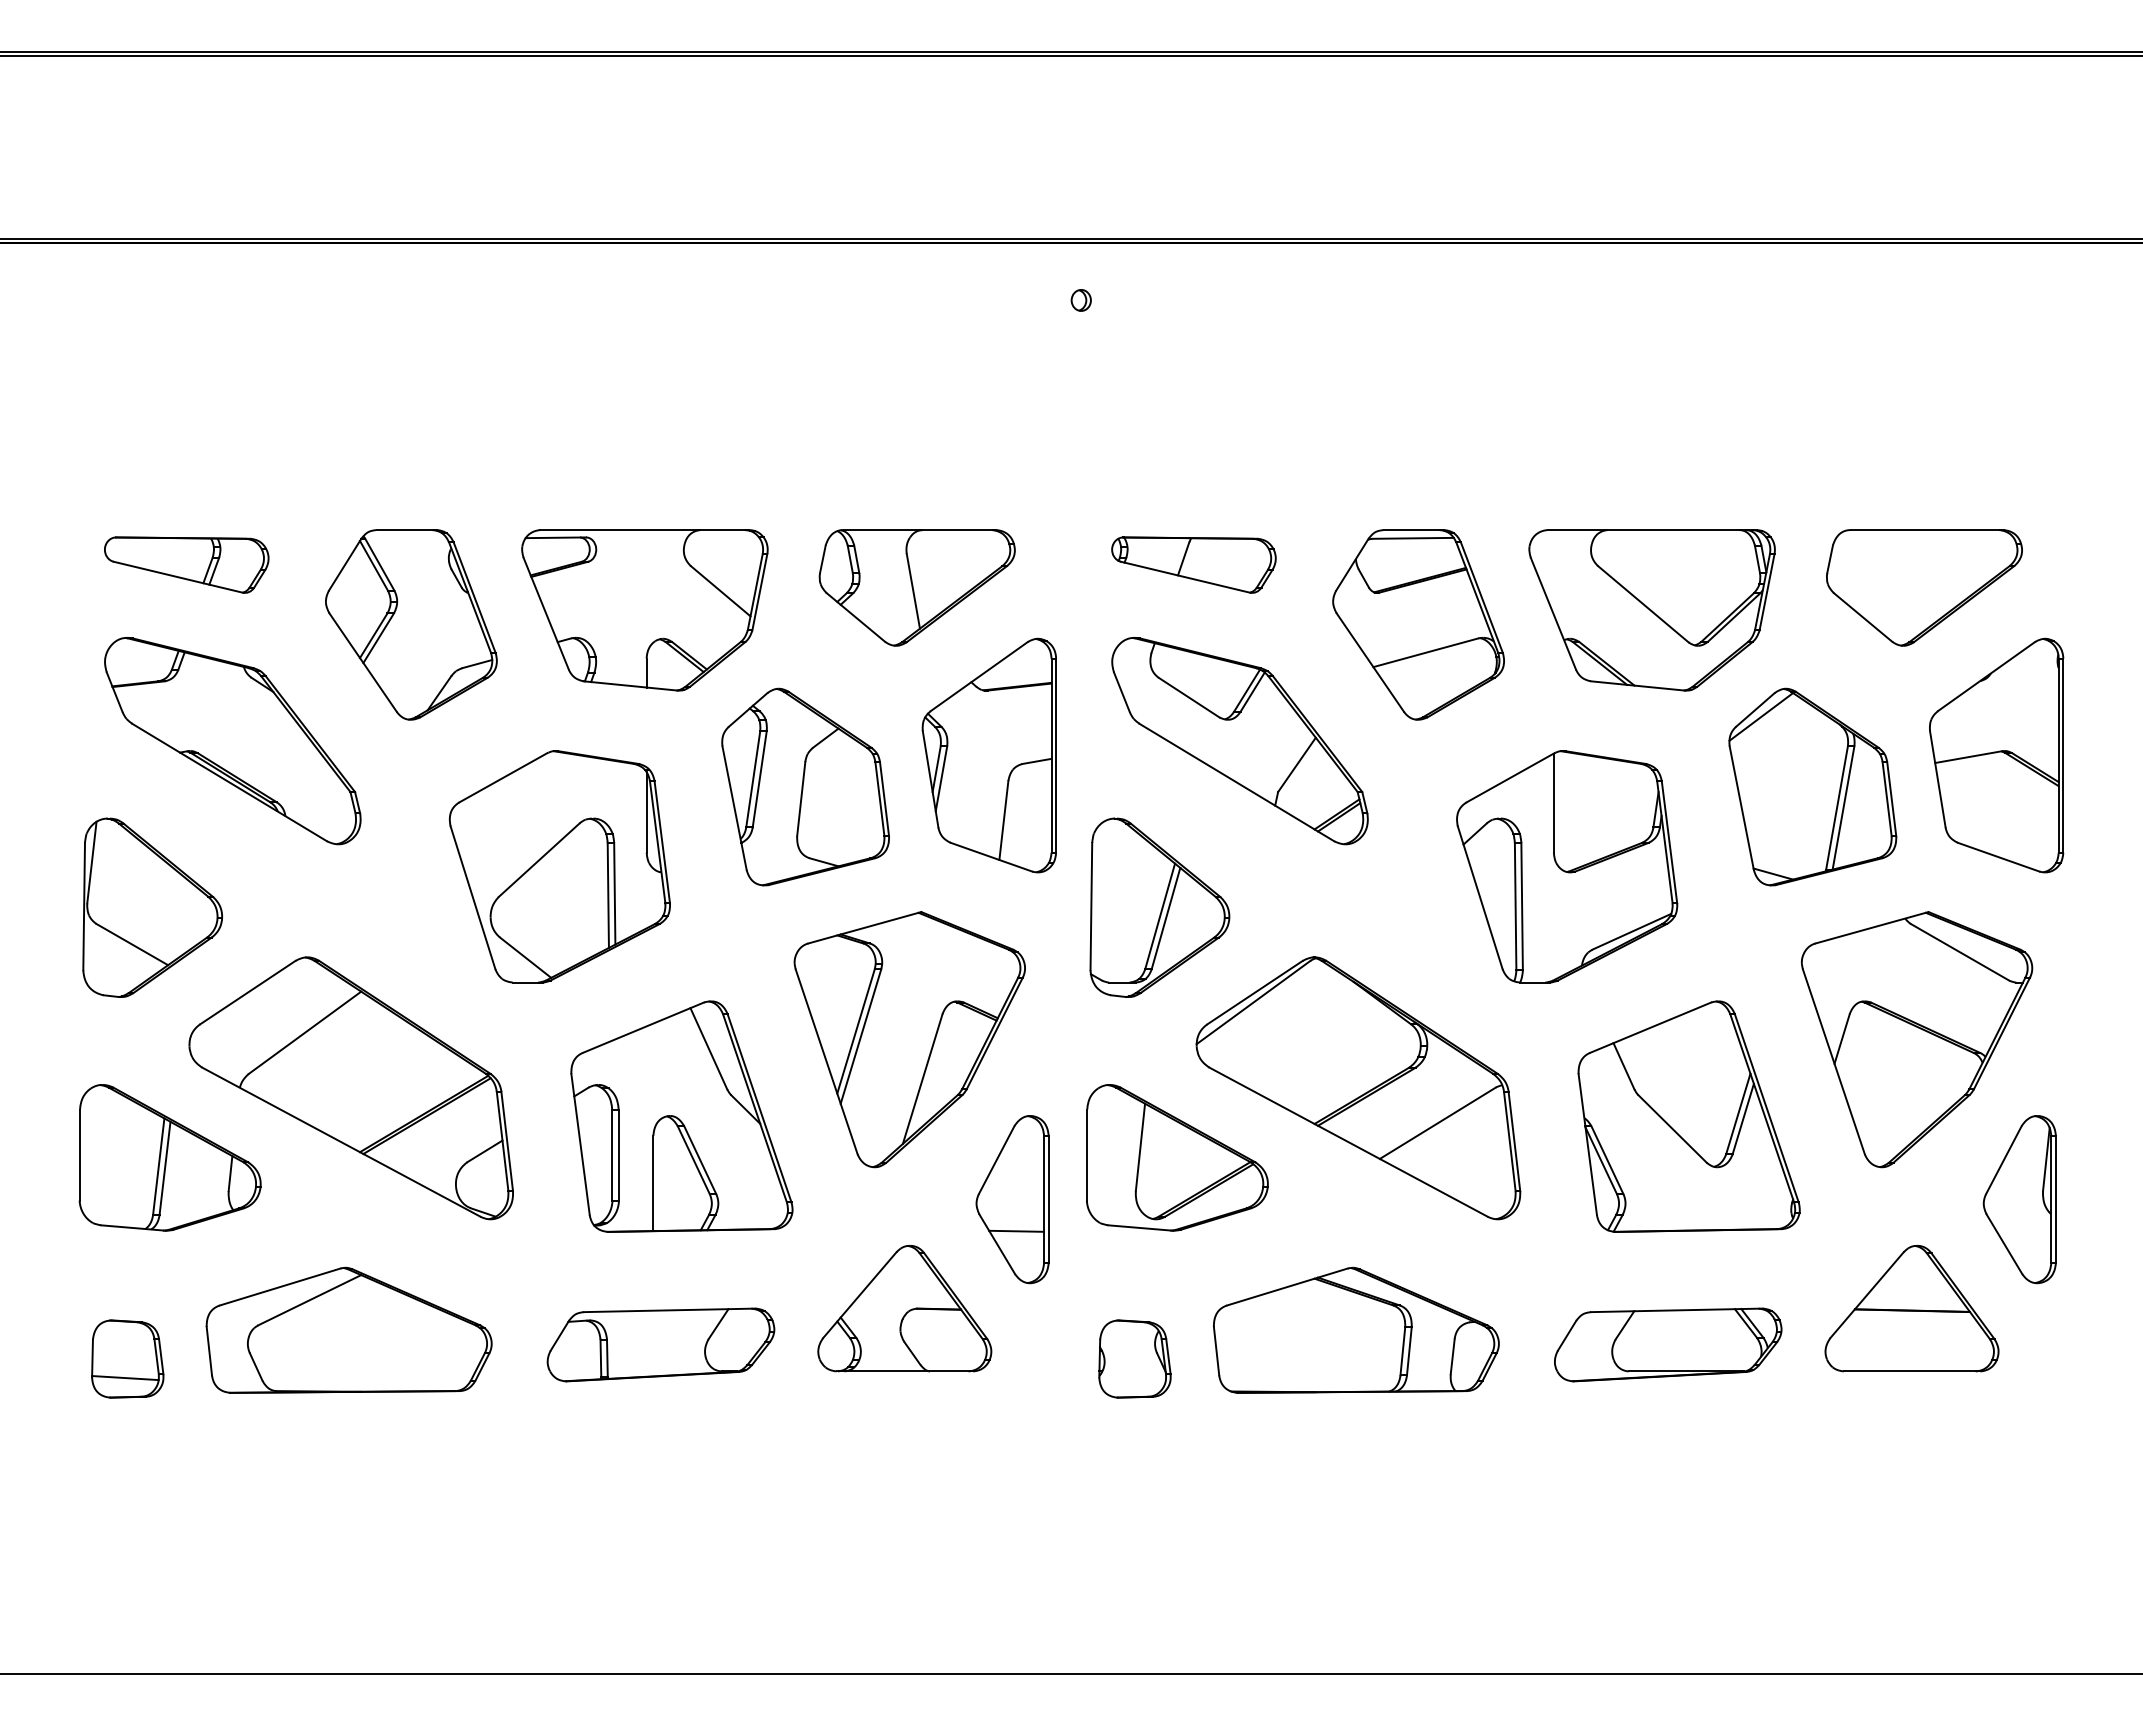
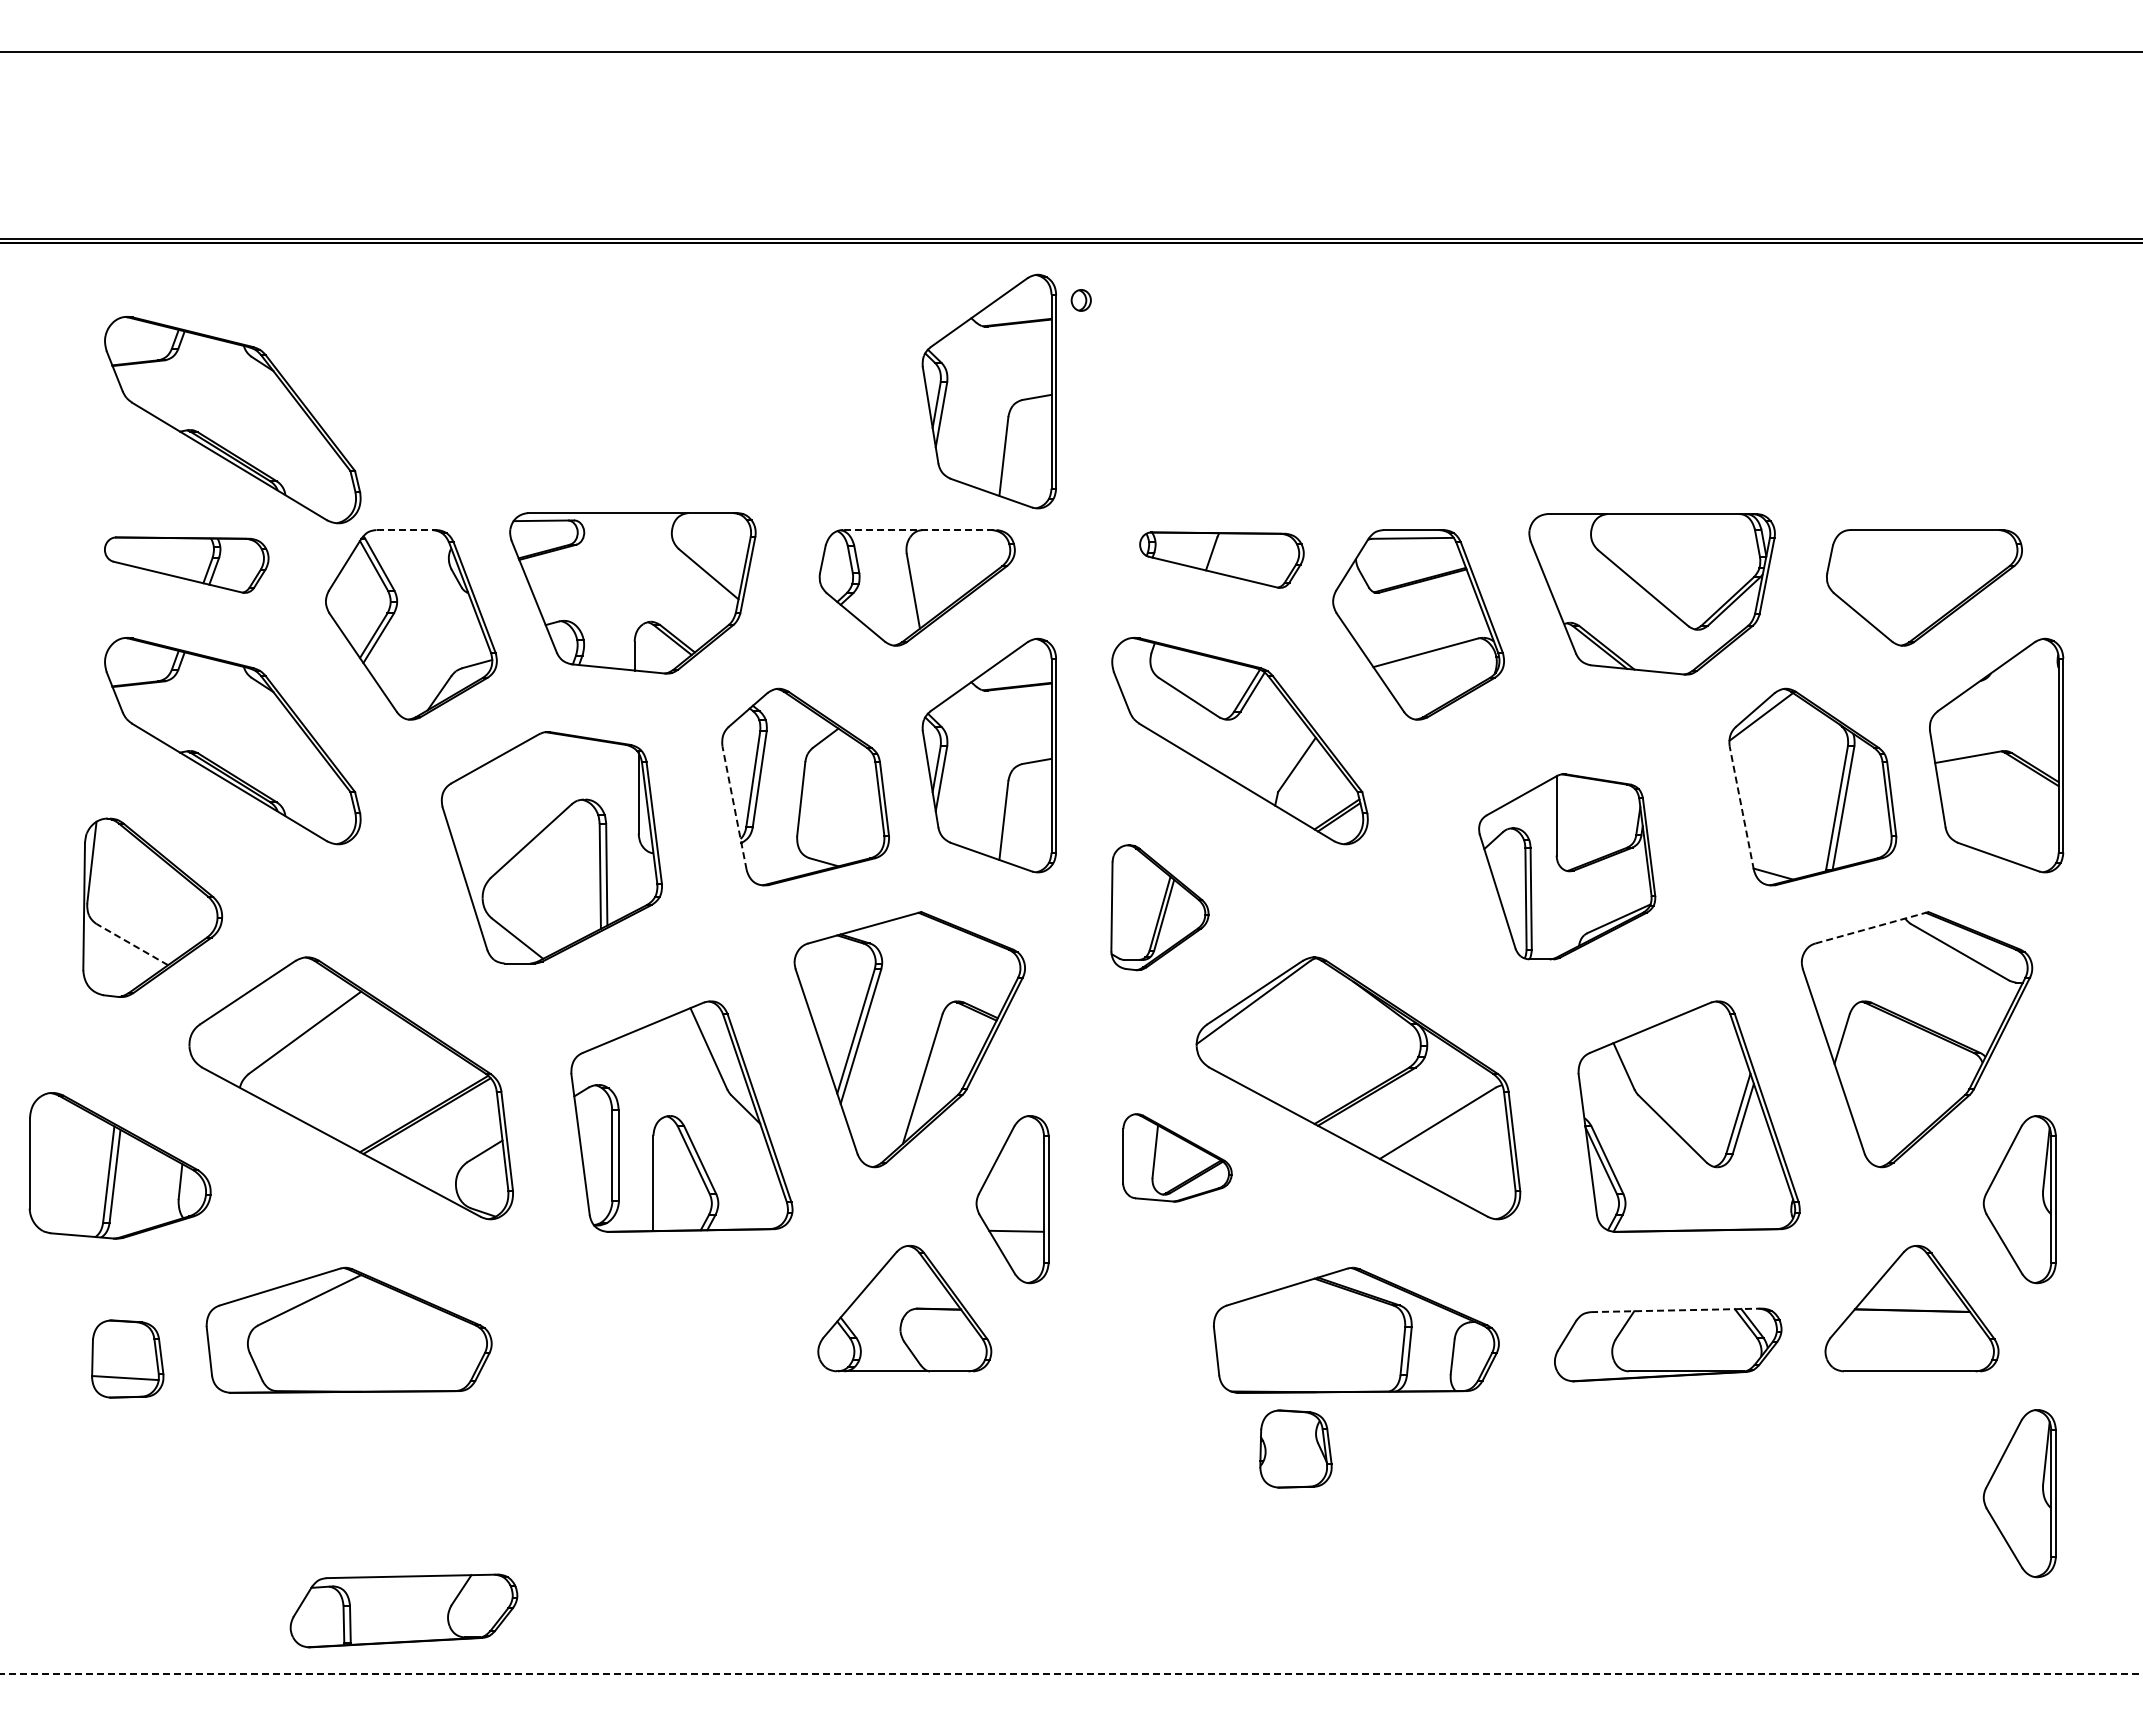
line at (1070, 55): present -> none
part at (988, 391): none -> present
part at (232, 420): none -> present
line at (407, 530): solid -> dashed
line at (920, 530): solid -> dashed
part at (1193, 564) position: (1193, 564) -> (1221, 559)
part at (644, 610) position: (644, 610) -> (632, 593)
part at (1651, 610) position: (1651, 610) -> (1651, 594)
line at (734, 808): solid -> dashed
line at (1741, 808): solid -> dashed
part at (559, 866) position: (559, 866) -> (551, 847)
part at (1567, 866) size: 223x234 px -> 179x188 px
part at (1159, 907) size: 142x181 px -> 100x128 px
line at (1872, 927): solid -> dashed
line at (131, 944): solid -> dashed
part at (169, 1157) position: (169, 1157) -> (119, 1165)
part at (1177, 1157) size: 183x148 px -> 111x90 px
line at (1676, 1310): solid -> dashed
part at (660, 1344) position: (660, 1344) -> (403, 1610)
part at (1134, 1358) position: (1134, 1358) -> (1295, 1448)
part at (2019, 1493): none -> present
line at (1071, 1674): solid -> dashed
